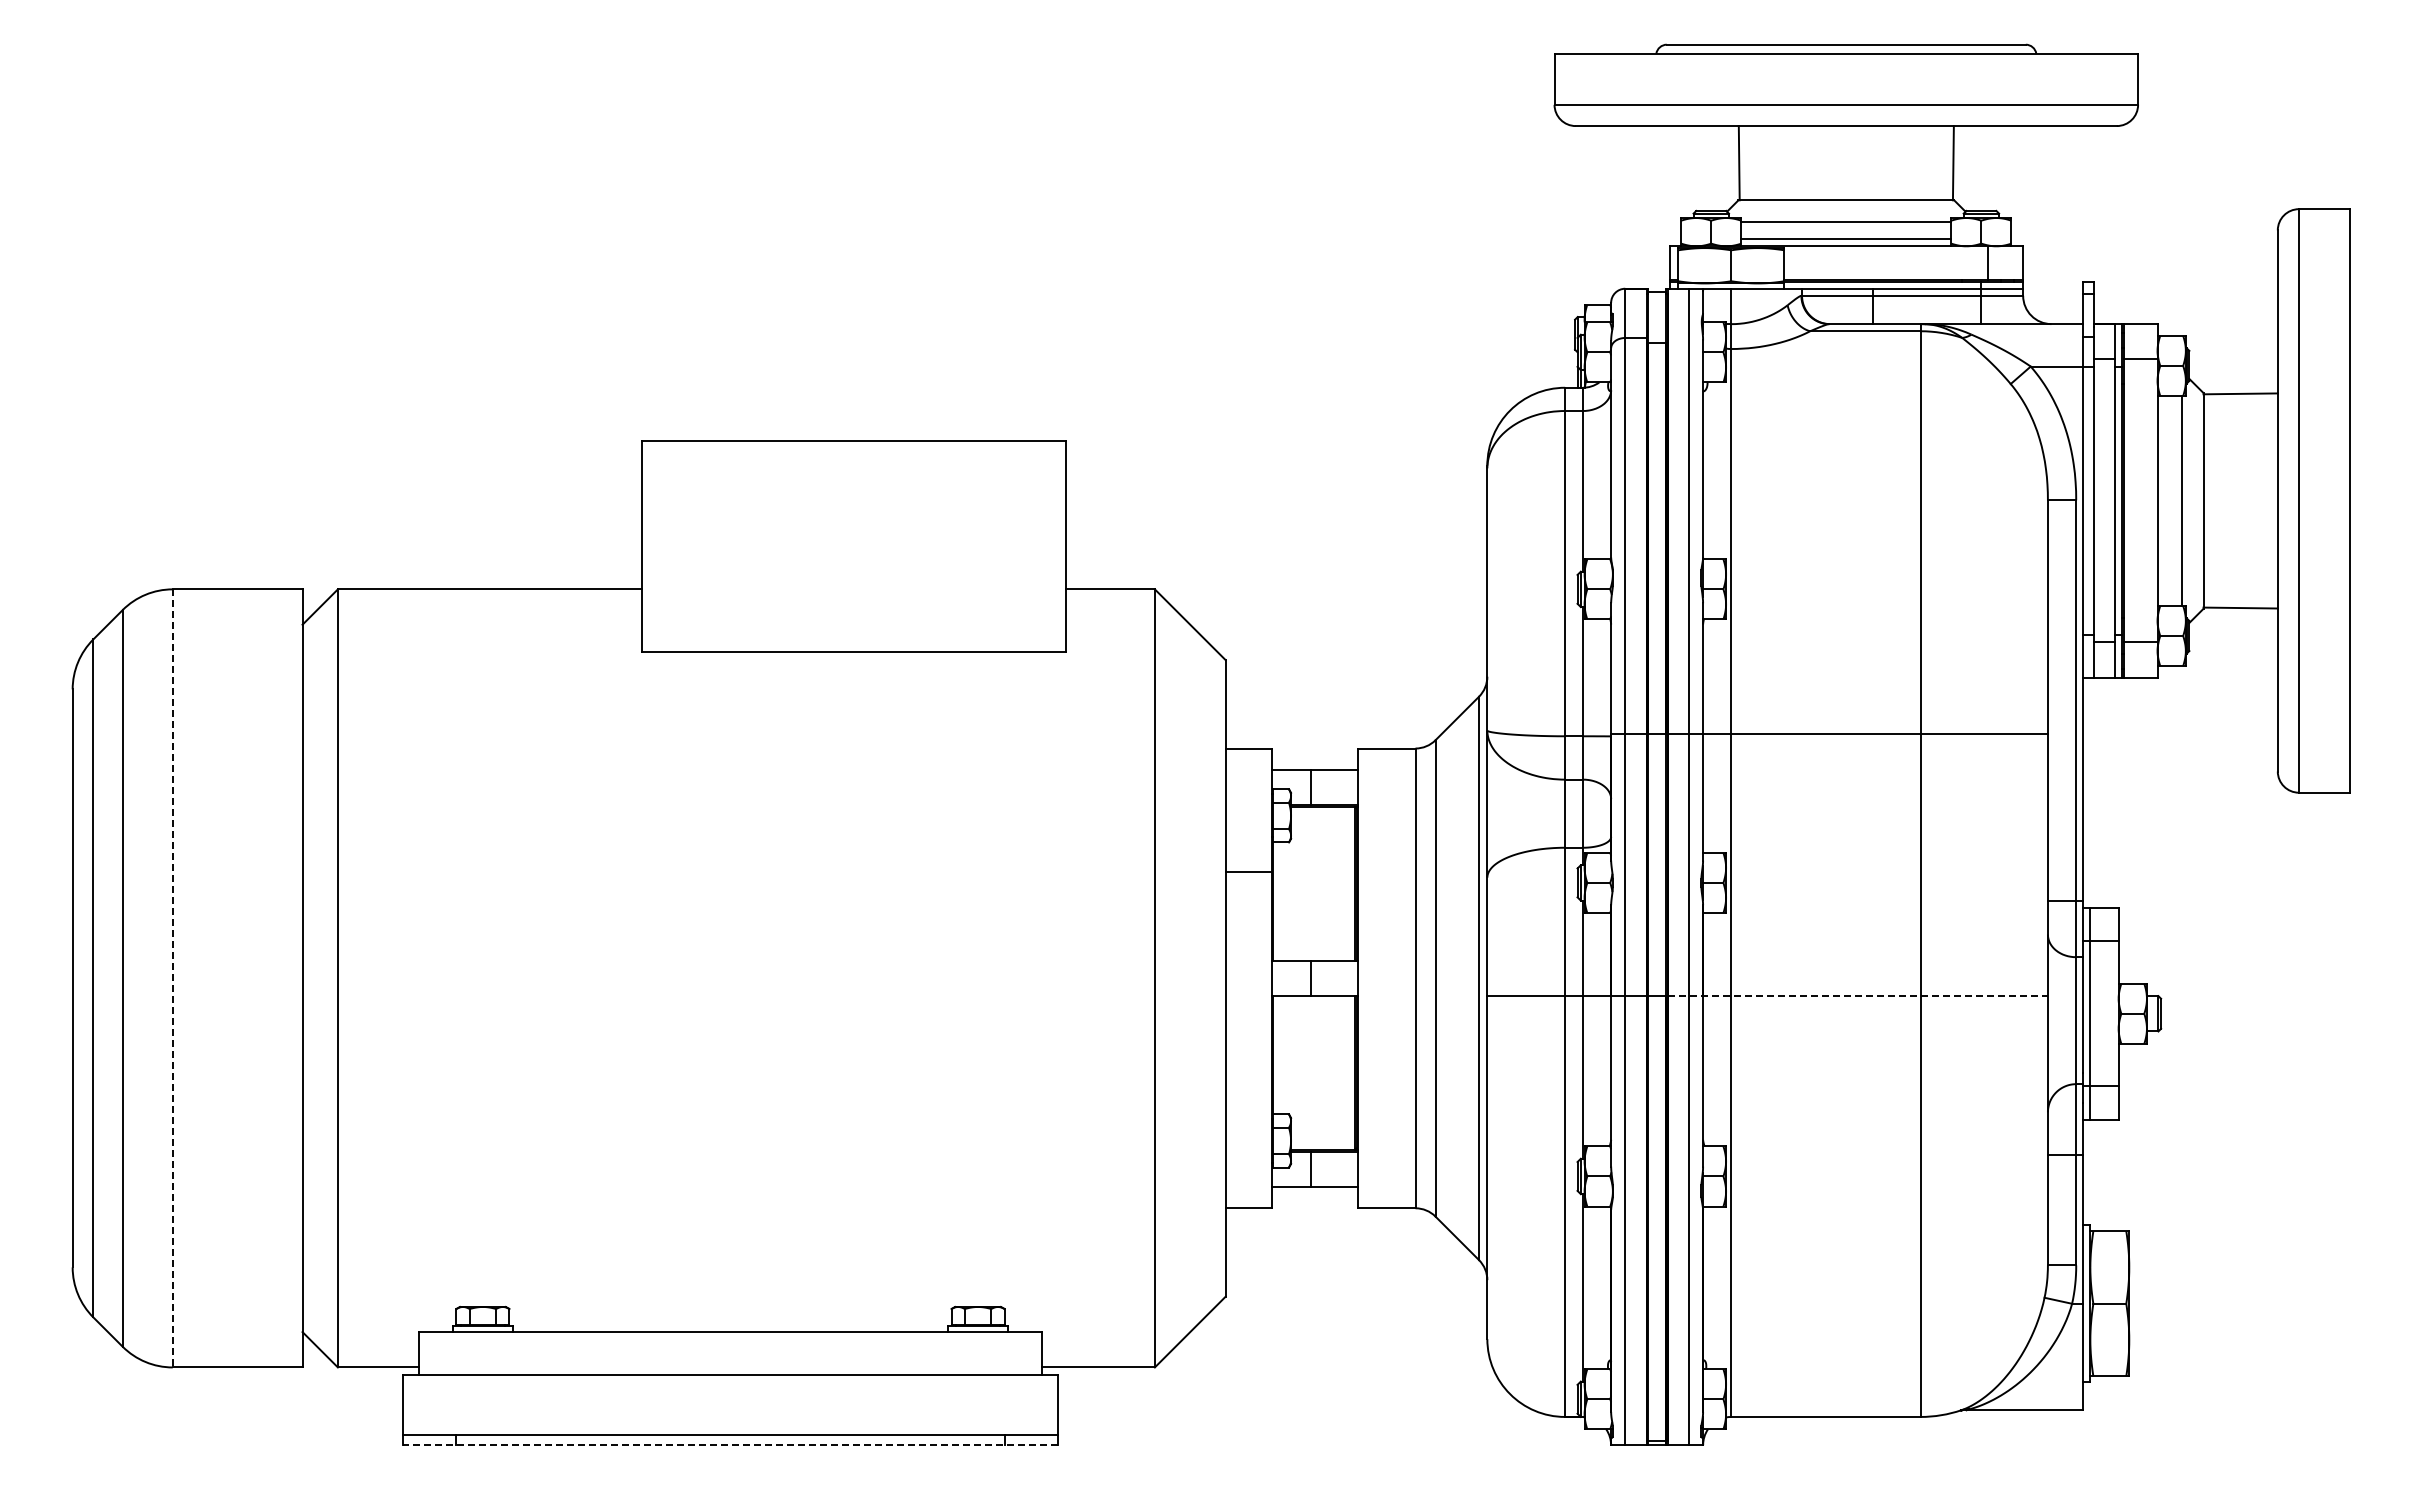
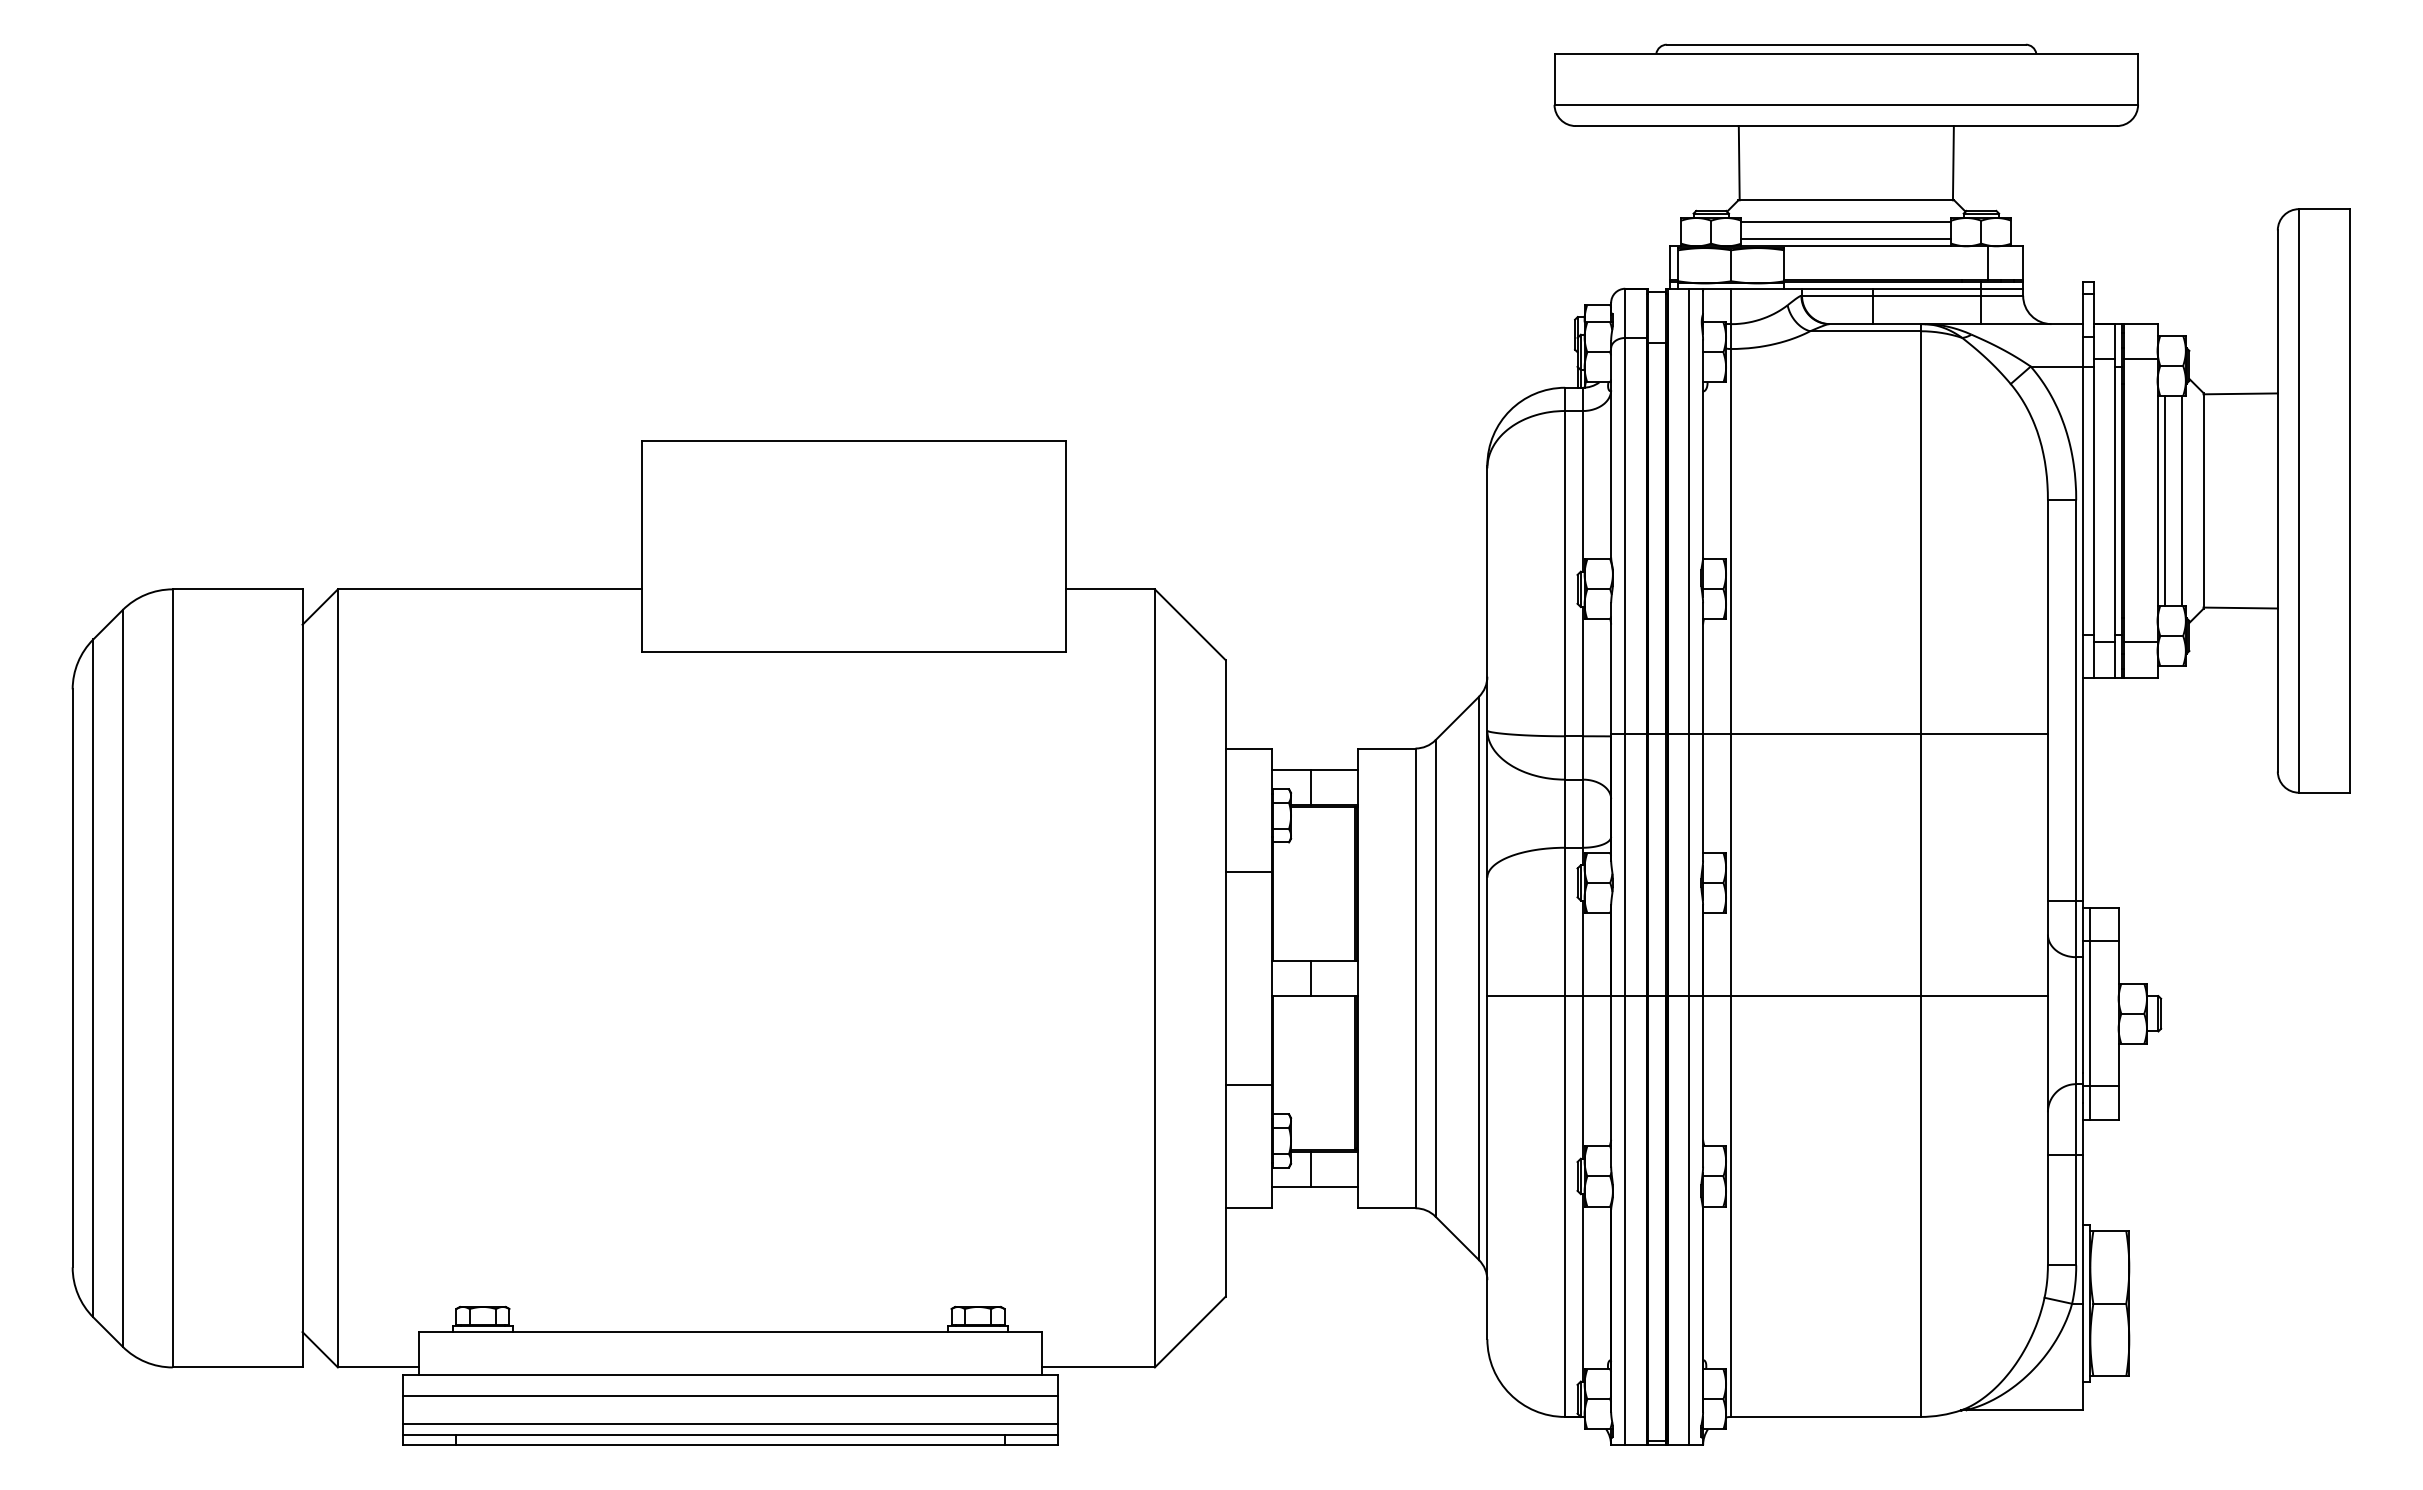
line at (2164, 500): none -> present
line at (172, 978): dashed -> solid
line at (1858, 996): dashed -> solid
line at (1248, 1084): none -> present
line at (730, 1395): none -> present
line at (730, 1424): none -> present
line at (730, 1445): dashed -> solid
